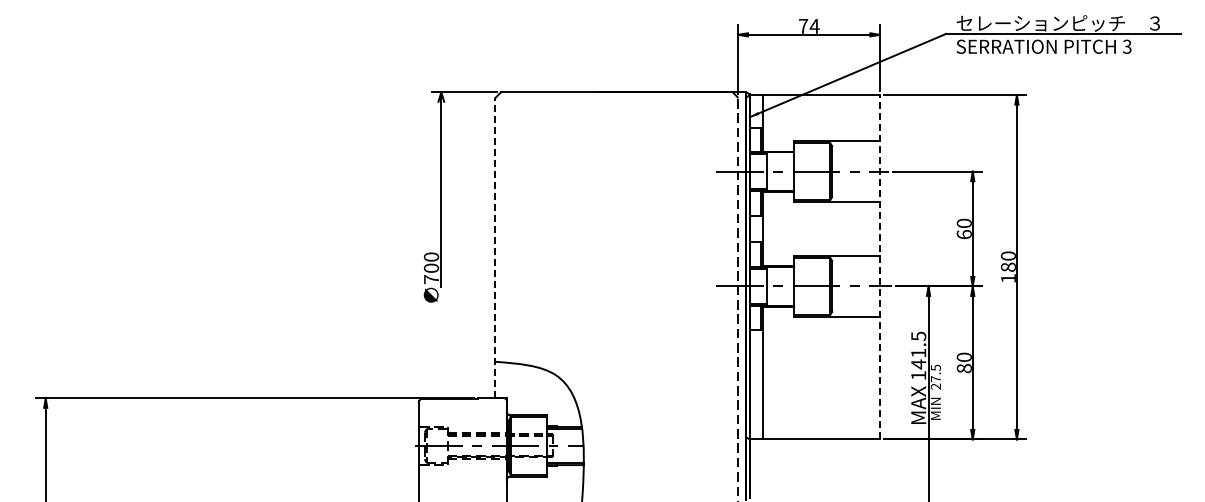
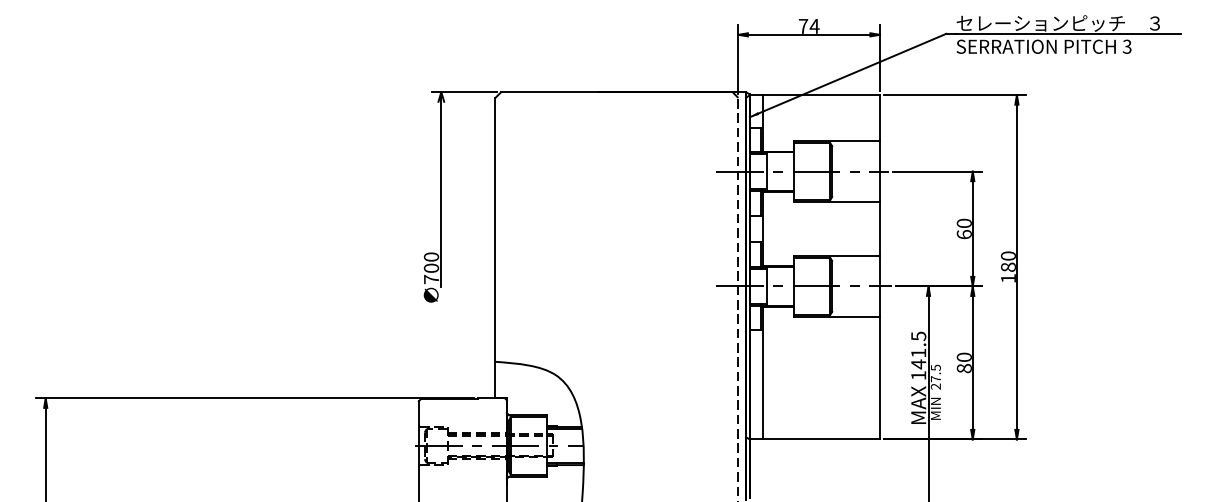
line at (495, 247): dashed -> solid
line at (879, 266): dashed -> solid
